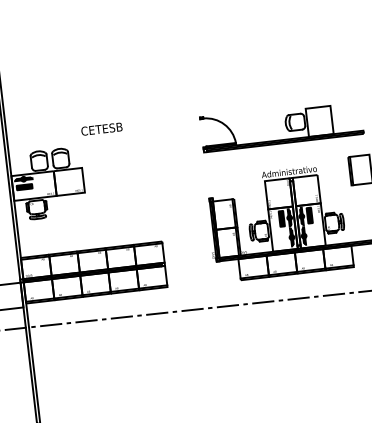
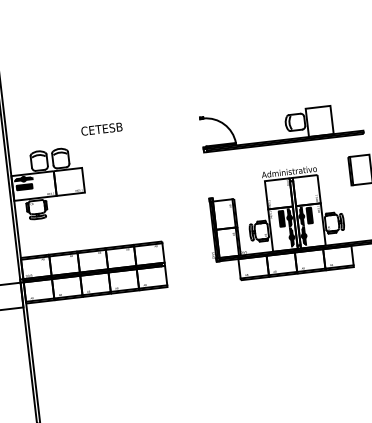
line at (185, 310): present -> none
